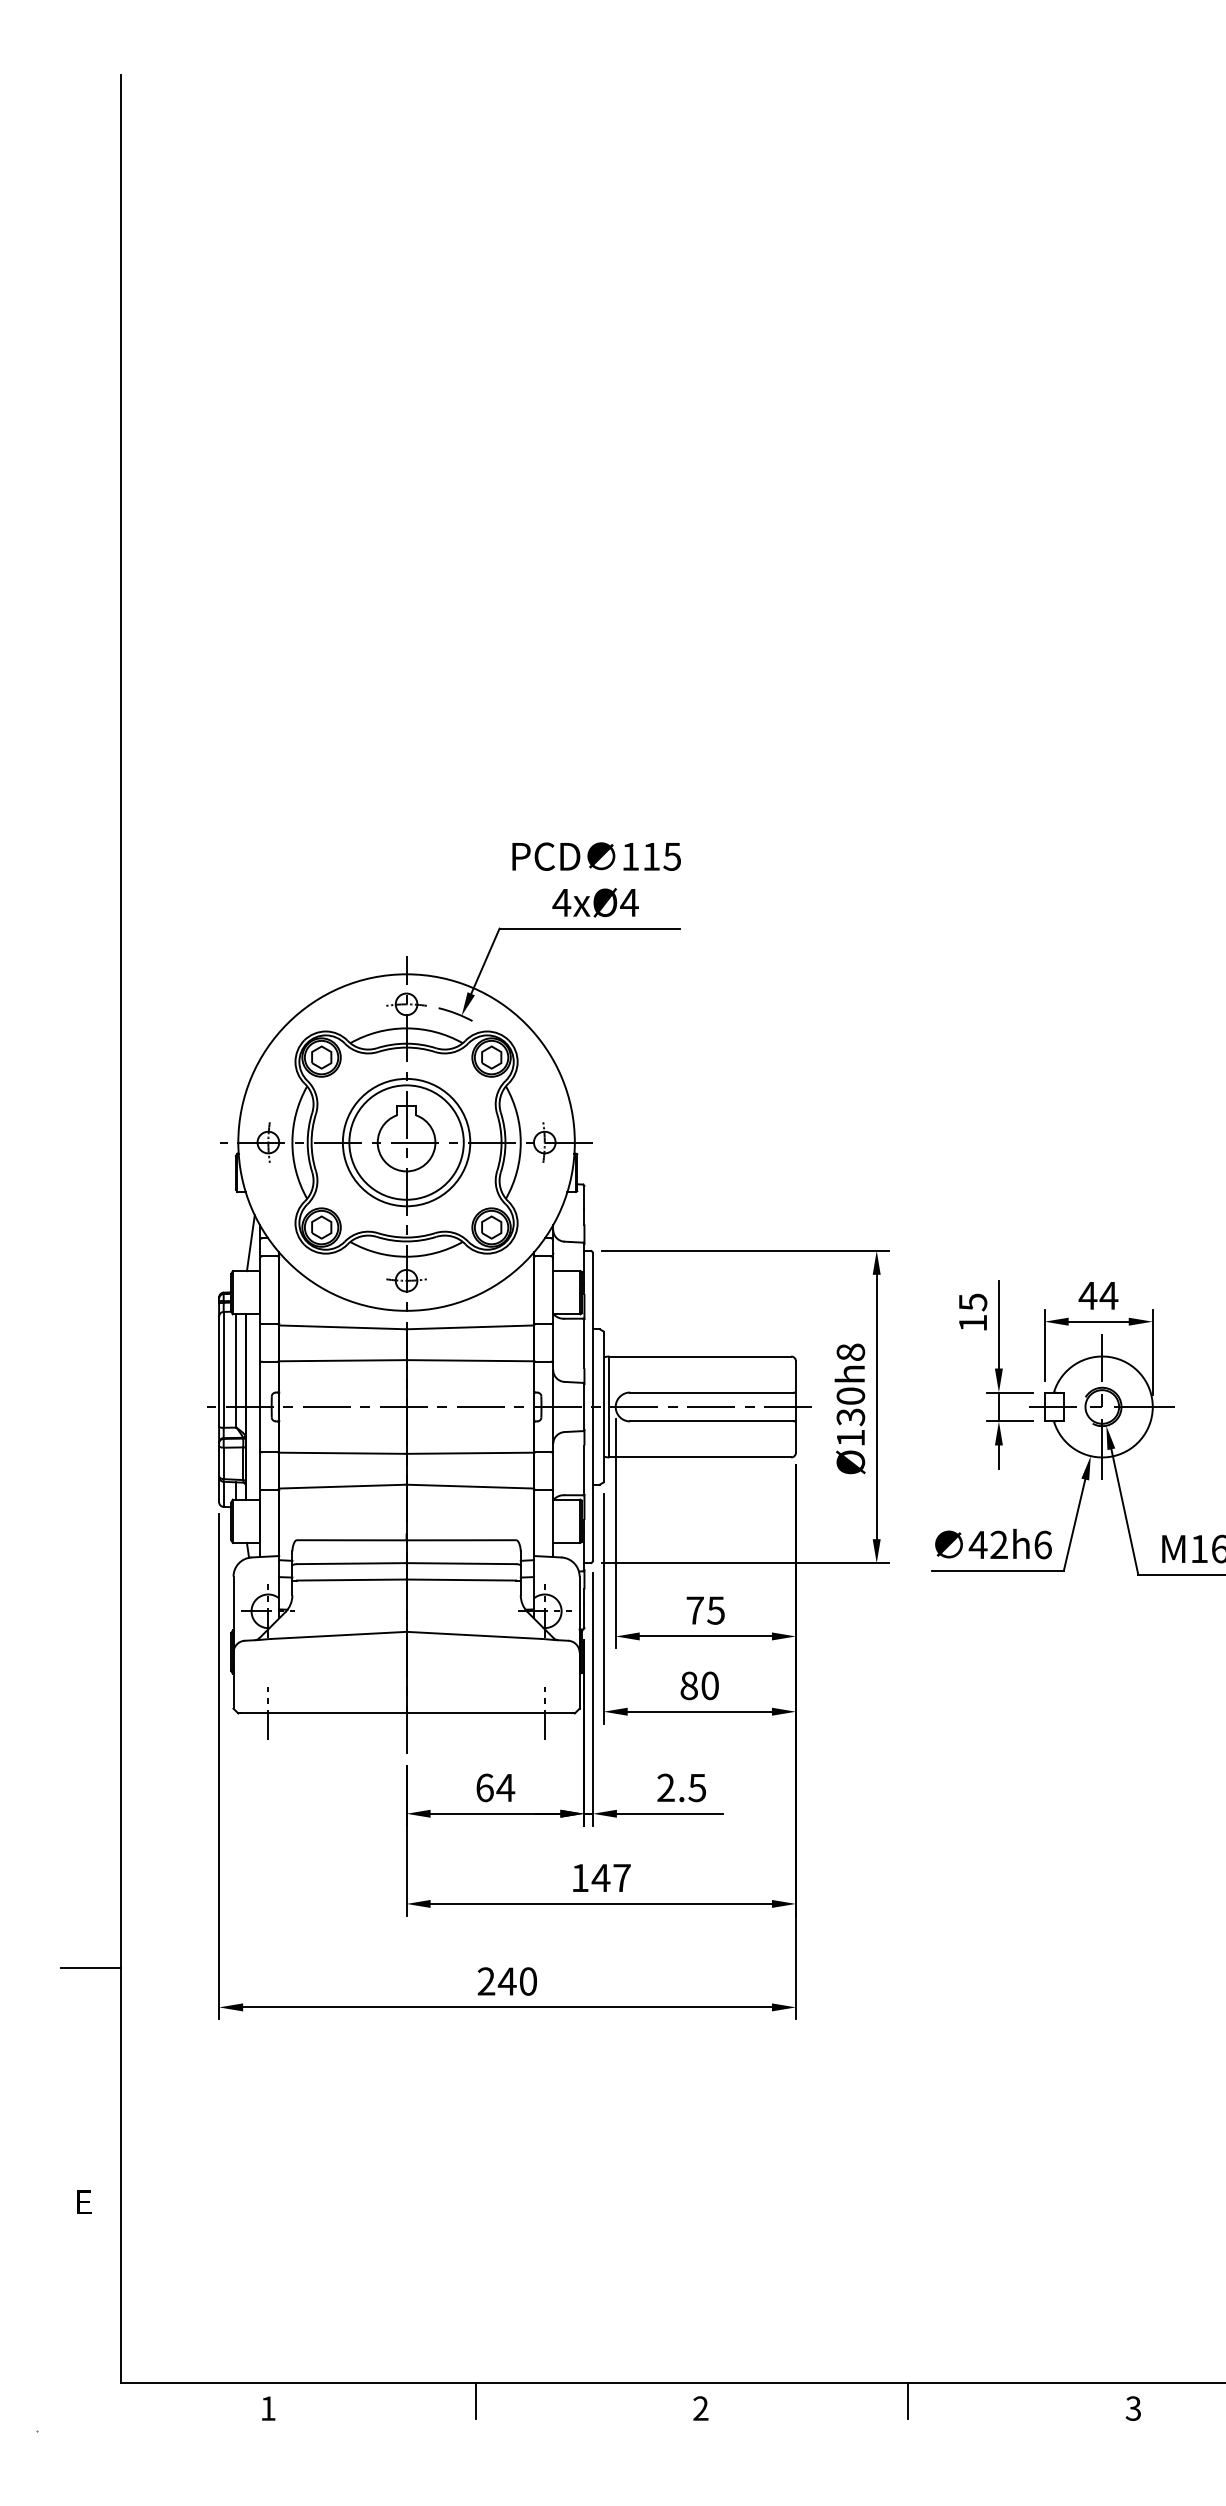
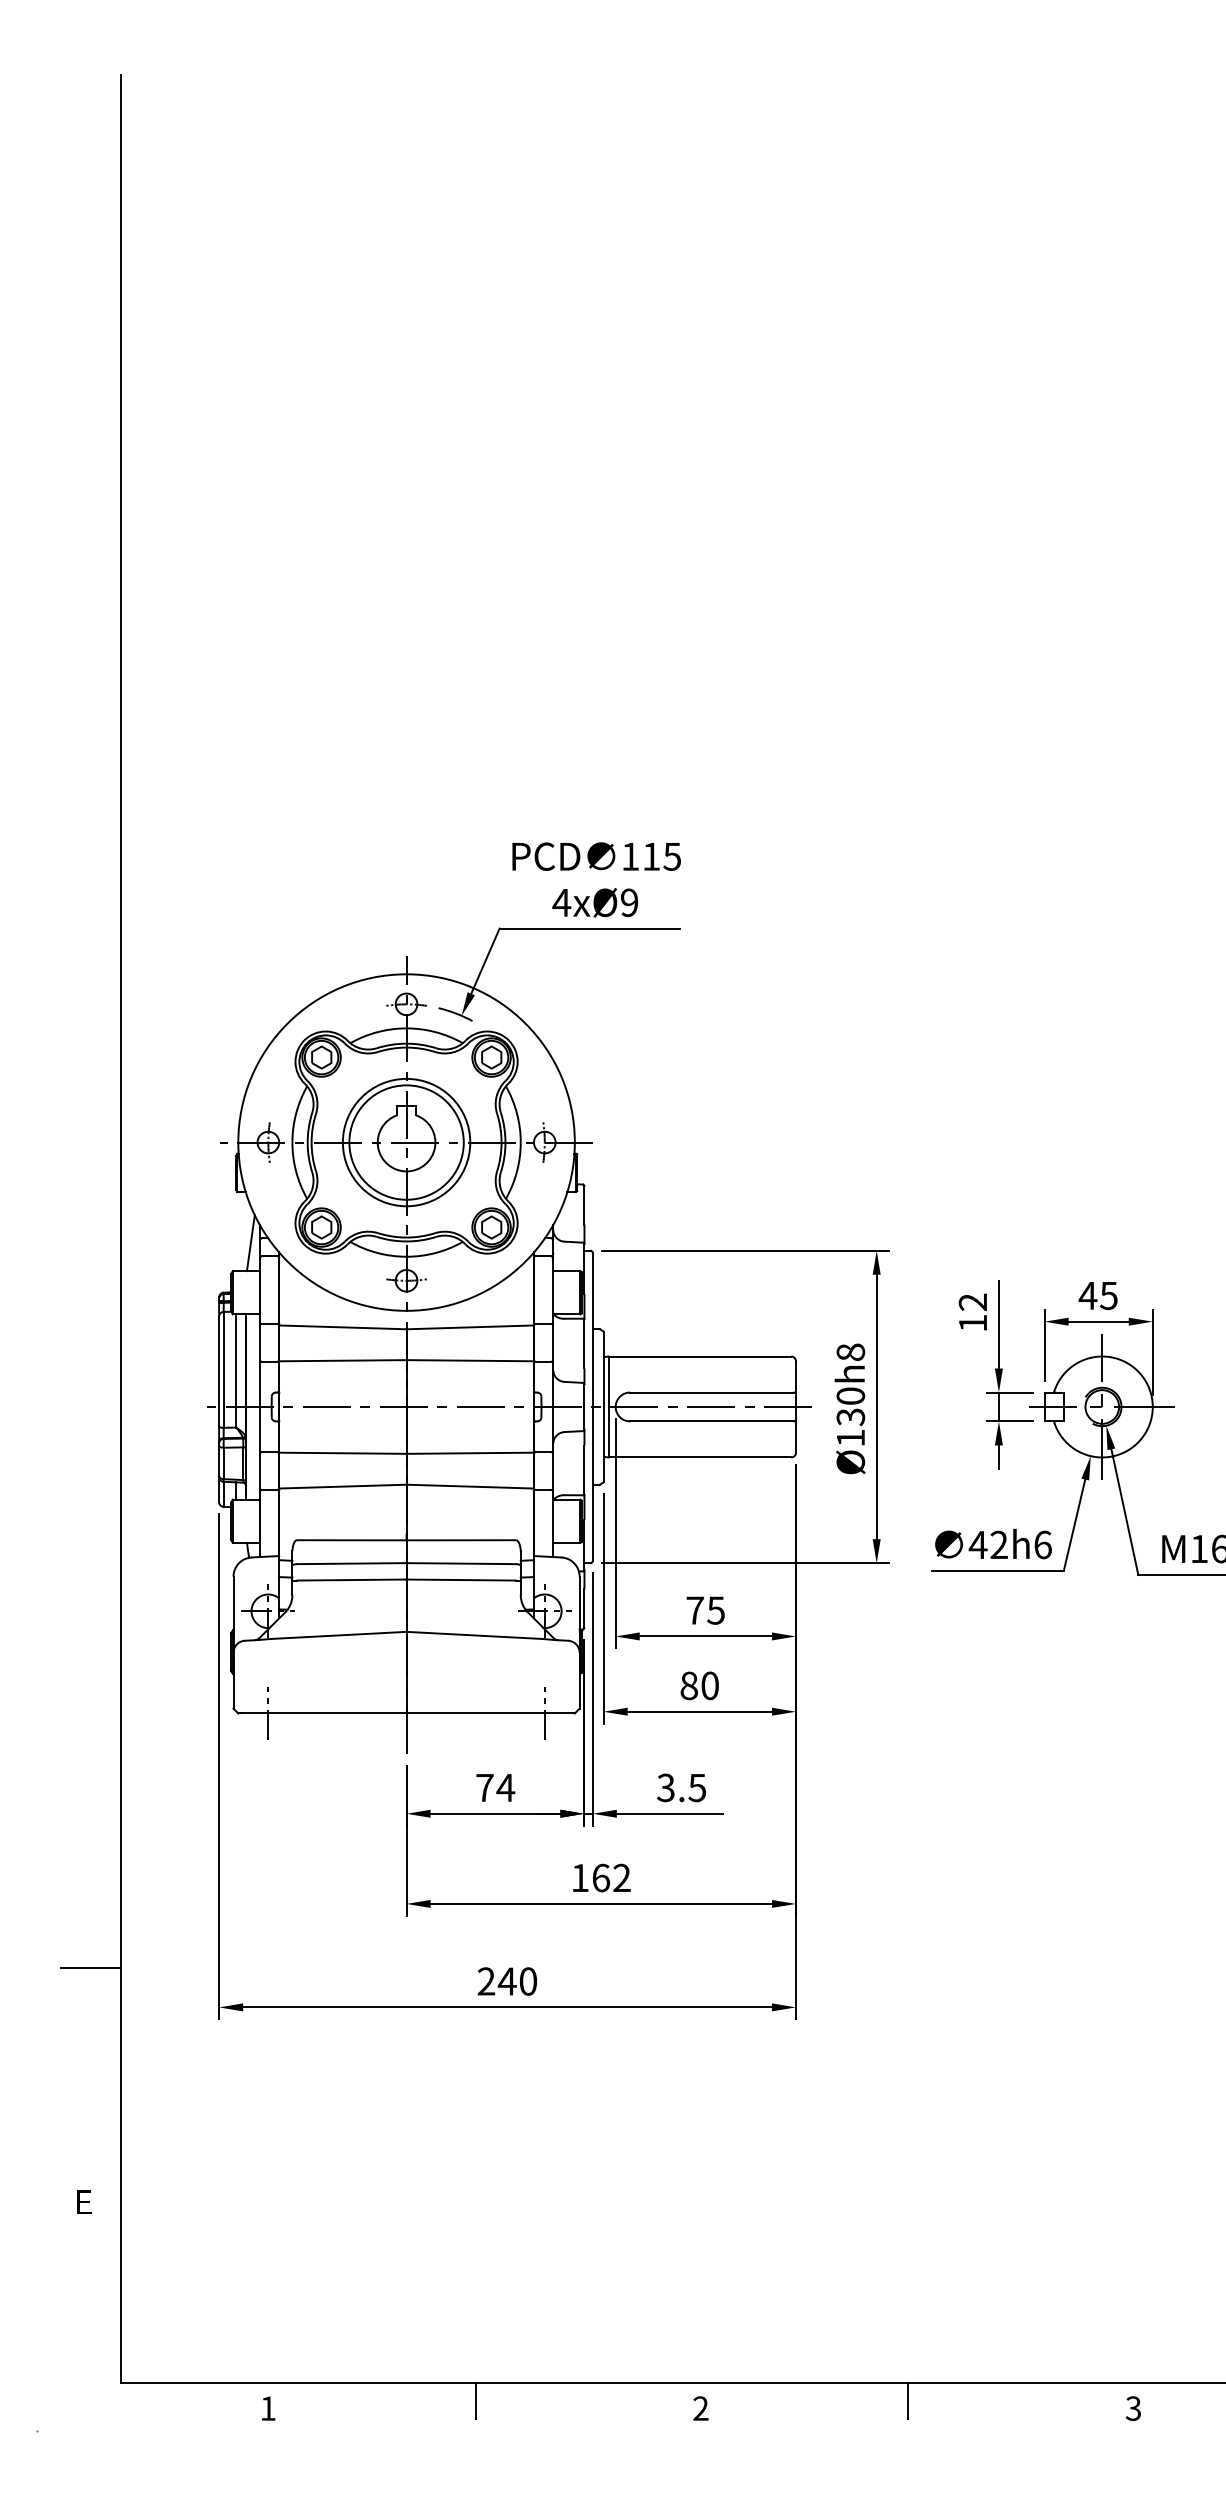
text at (629, 902): 4xØ4 -> 4xØ9
text at (1108, 1296): 44 -> 45
text at (972, 1302): 15 -> 12
text at (484, 1787): 64 -> 74
text at (665, 1788): 2.5 -> 3.5
text at (610, 1877): 147 -> 162
